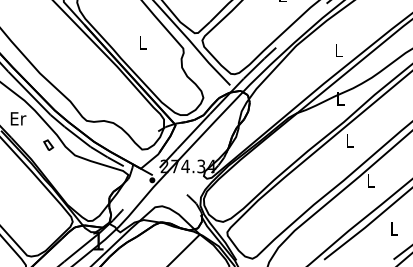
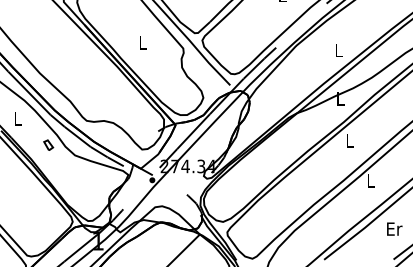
text at (18, 118): Er -> L
text at (394, 228): L -> Er
